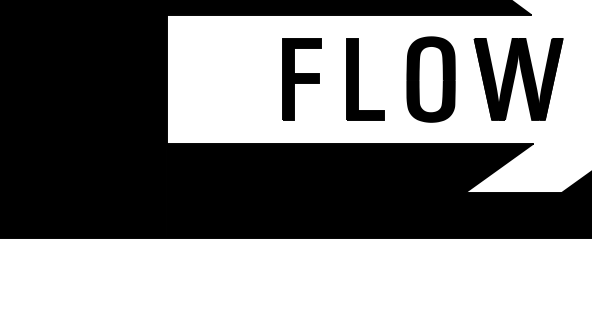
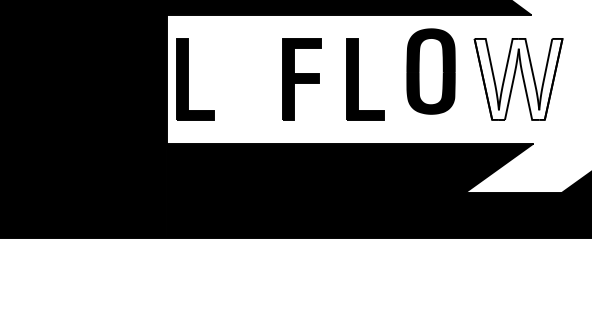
fill at (518, 78): present -> none
part at (188, 79): none -> present
part at (430, 79) position: (430, 79) -> (430, 71)
